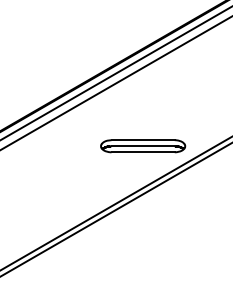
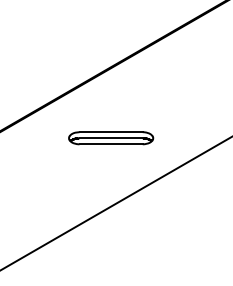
line at (115, 73): present -> none
line at (115, 83): present -> none
part at (143, 146) position: (143, 146) -> (111, 138)
line at (115, 209): present -> none
